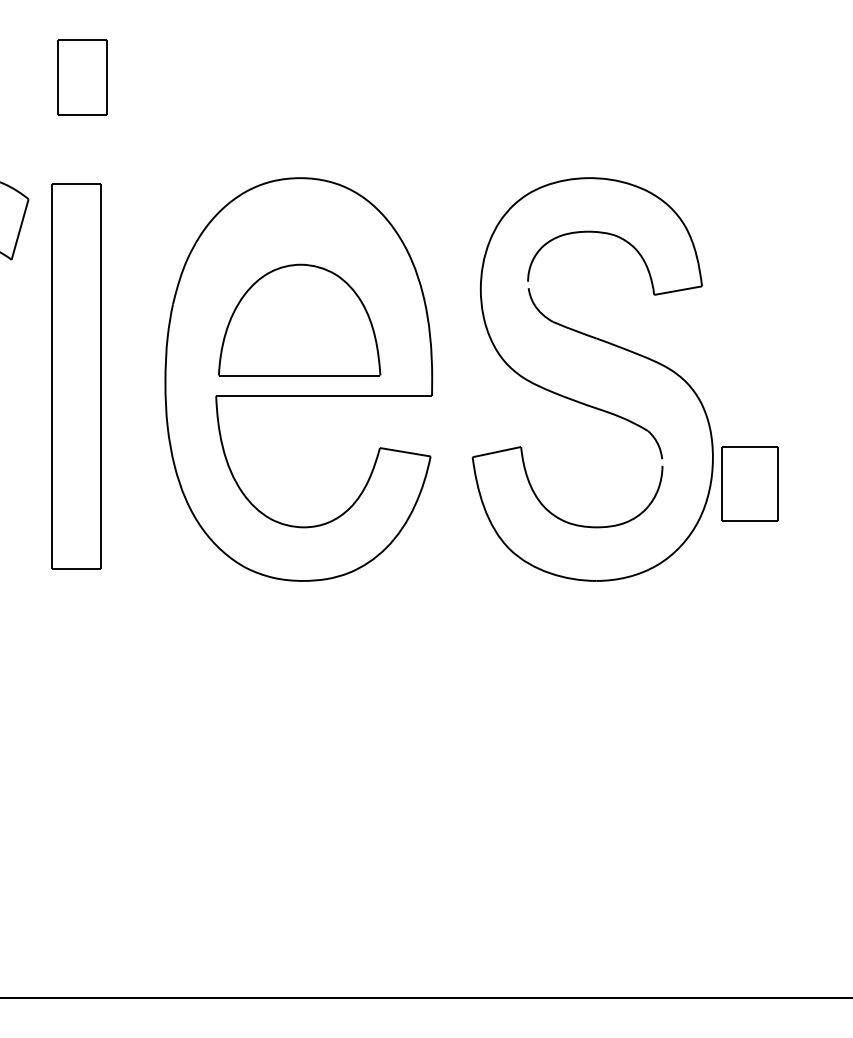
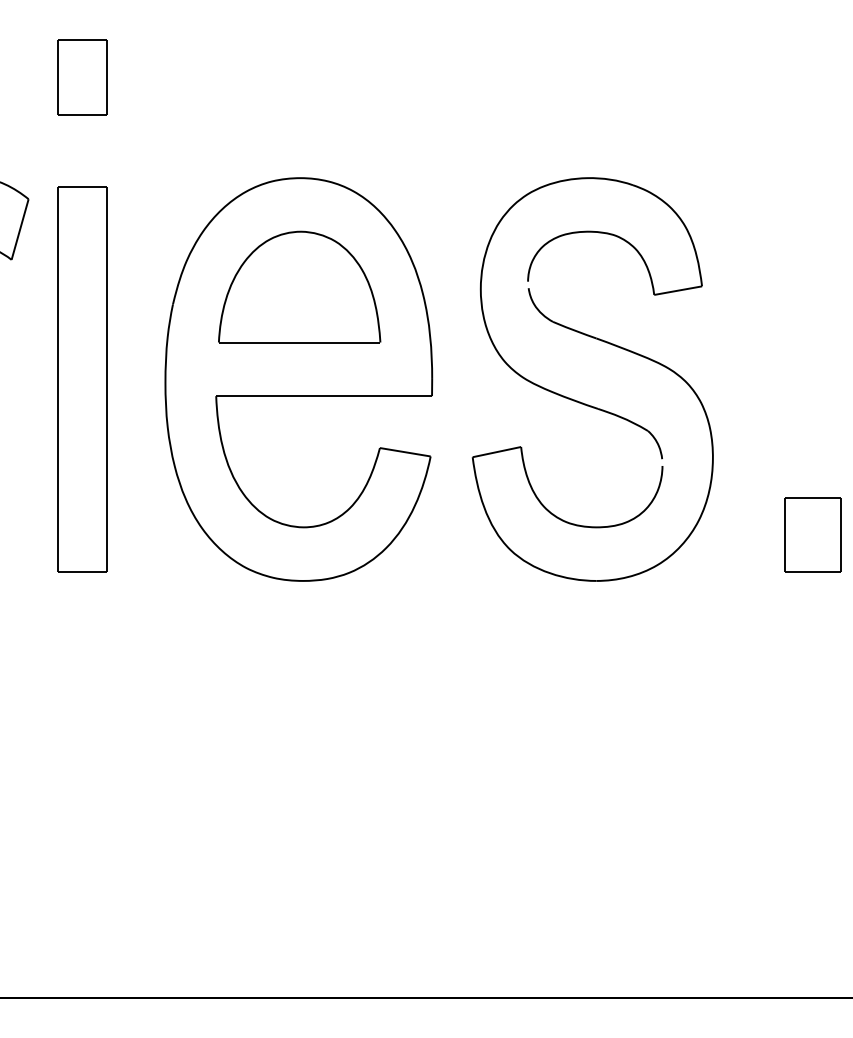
part at (299, 319) position: (299, 319) -> (299, 286)
part at (76, 376) position: (76, 376) -> (82, 379)
part at (749, 483) position: (749, 483) -> (812, 534)
